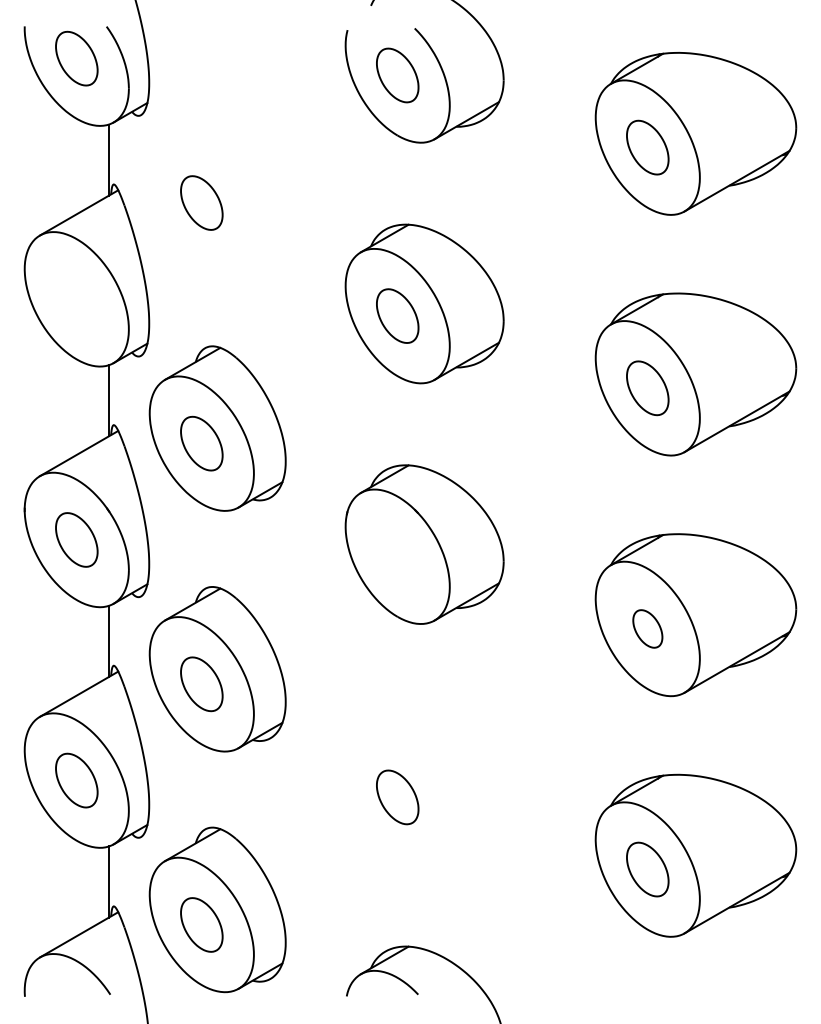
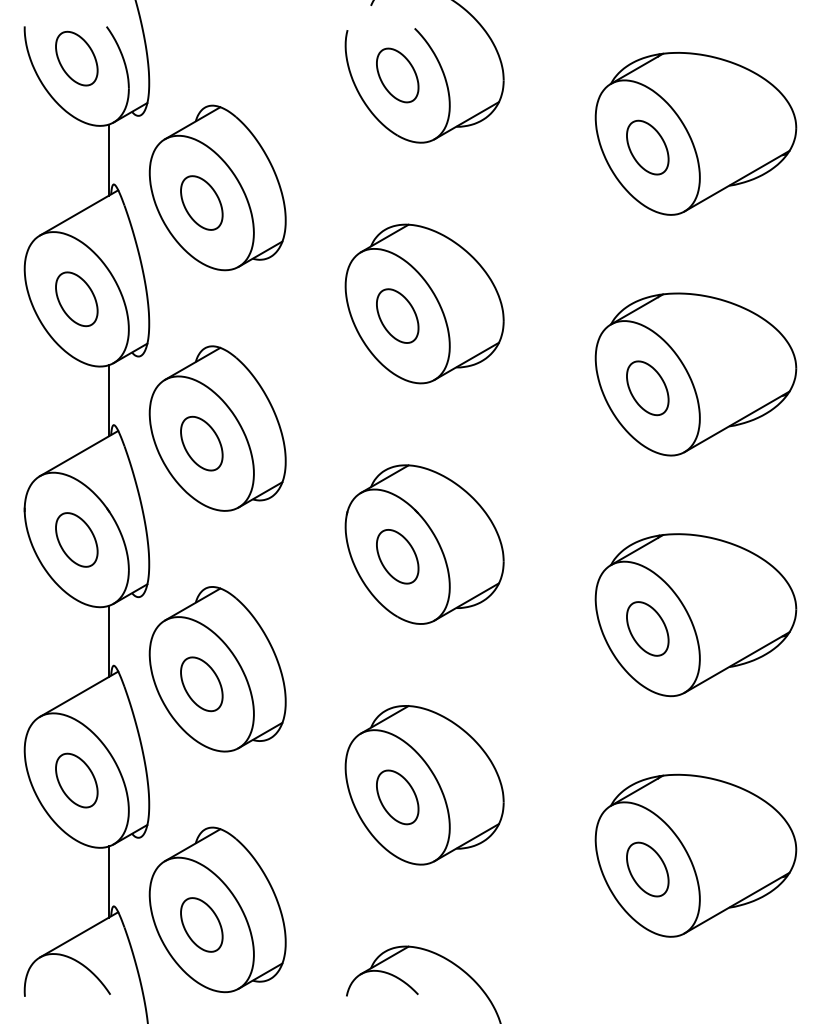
part at (217, 187): none -> present
part at (76, 299): none -> present
part at (397, 556): none -> present
part at (647, 628) size: 32x40 px -> 44x56 px
part at (424, 785): none -> present
